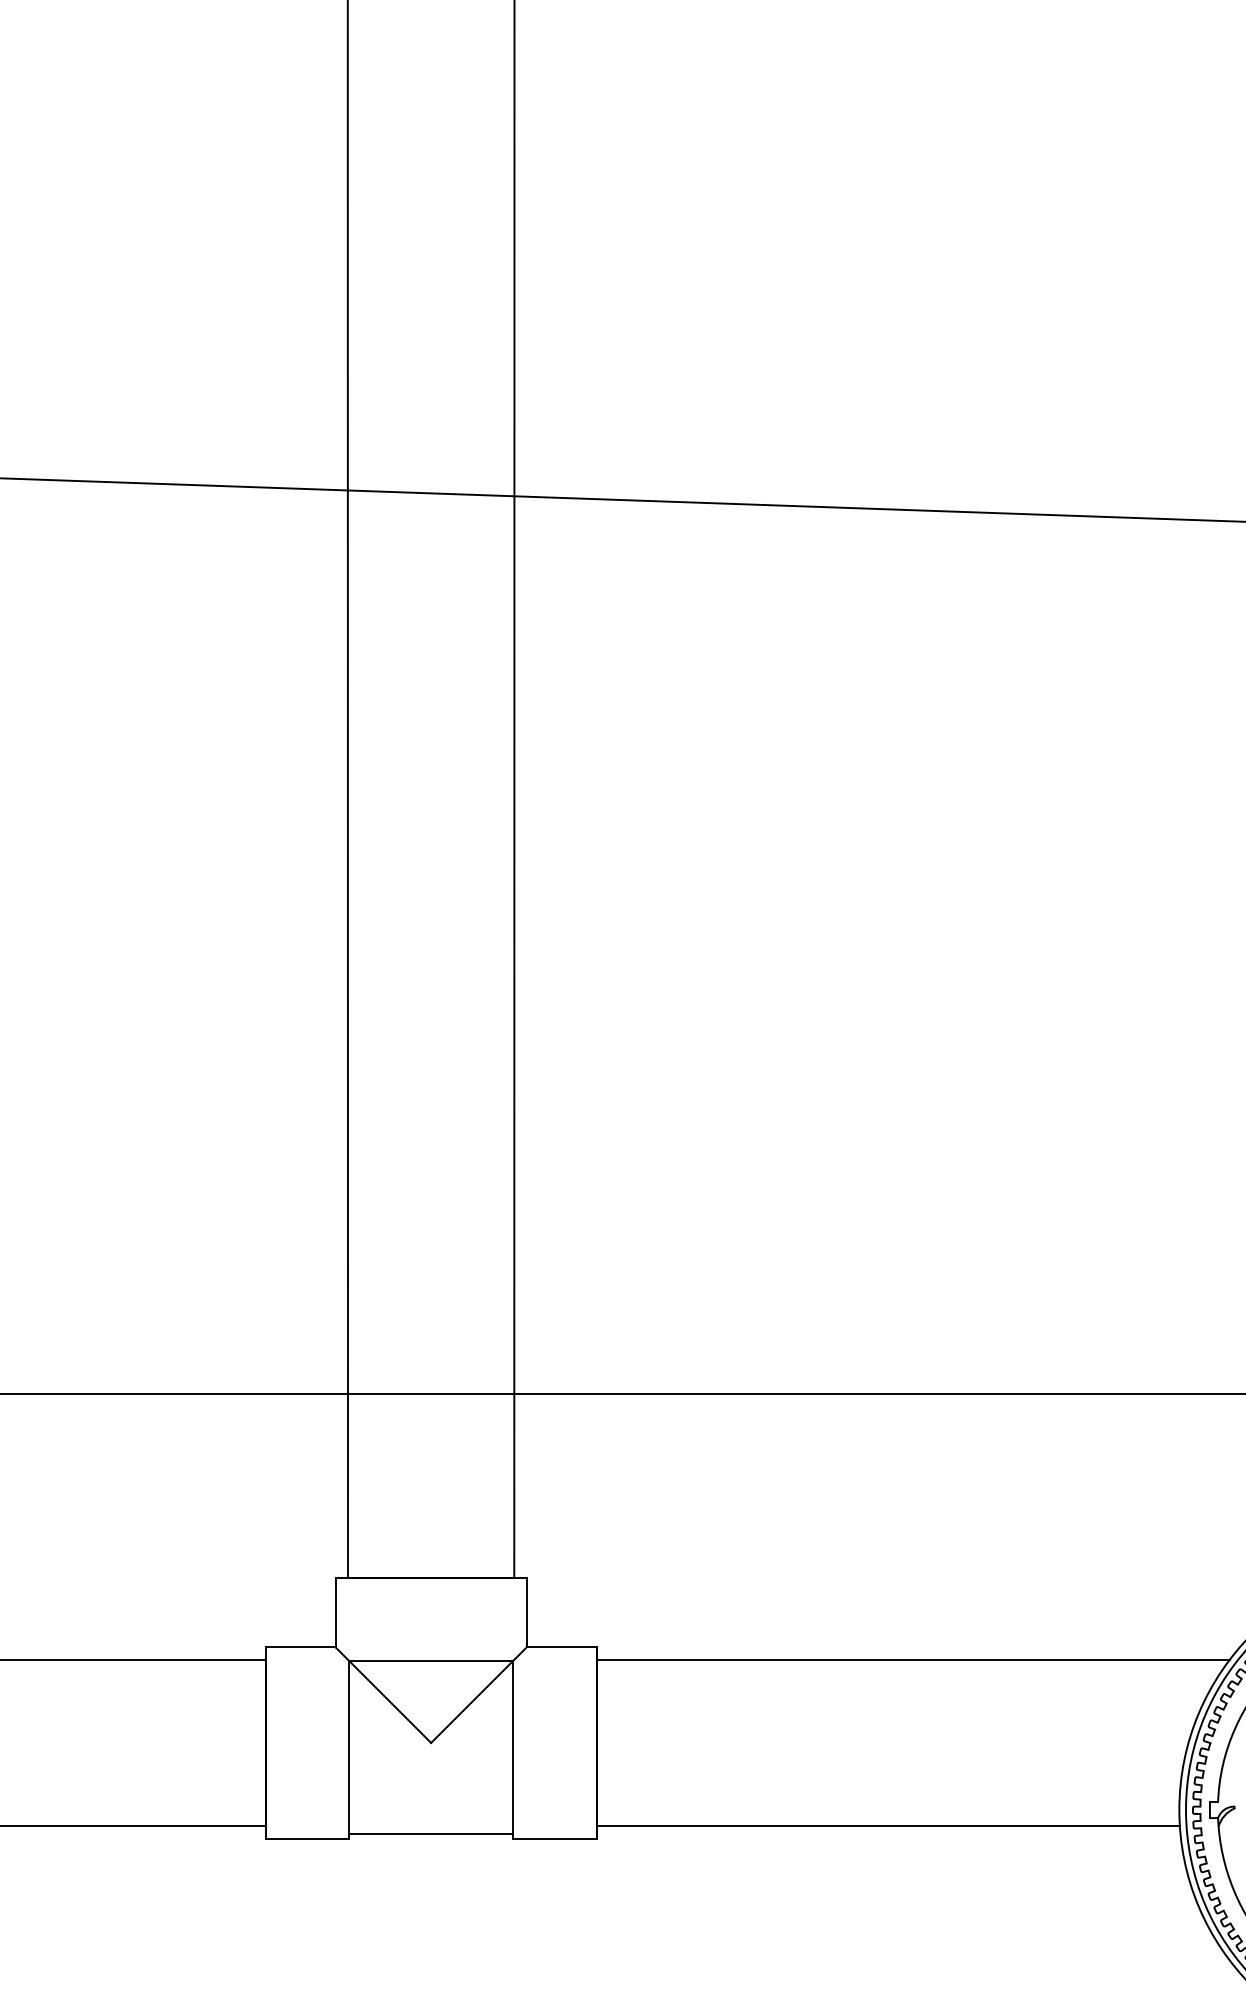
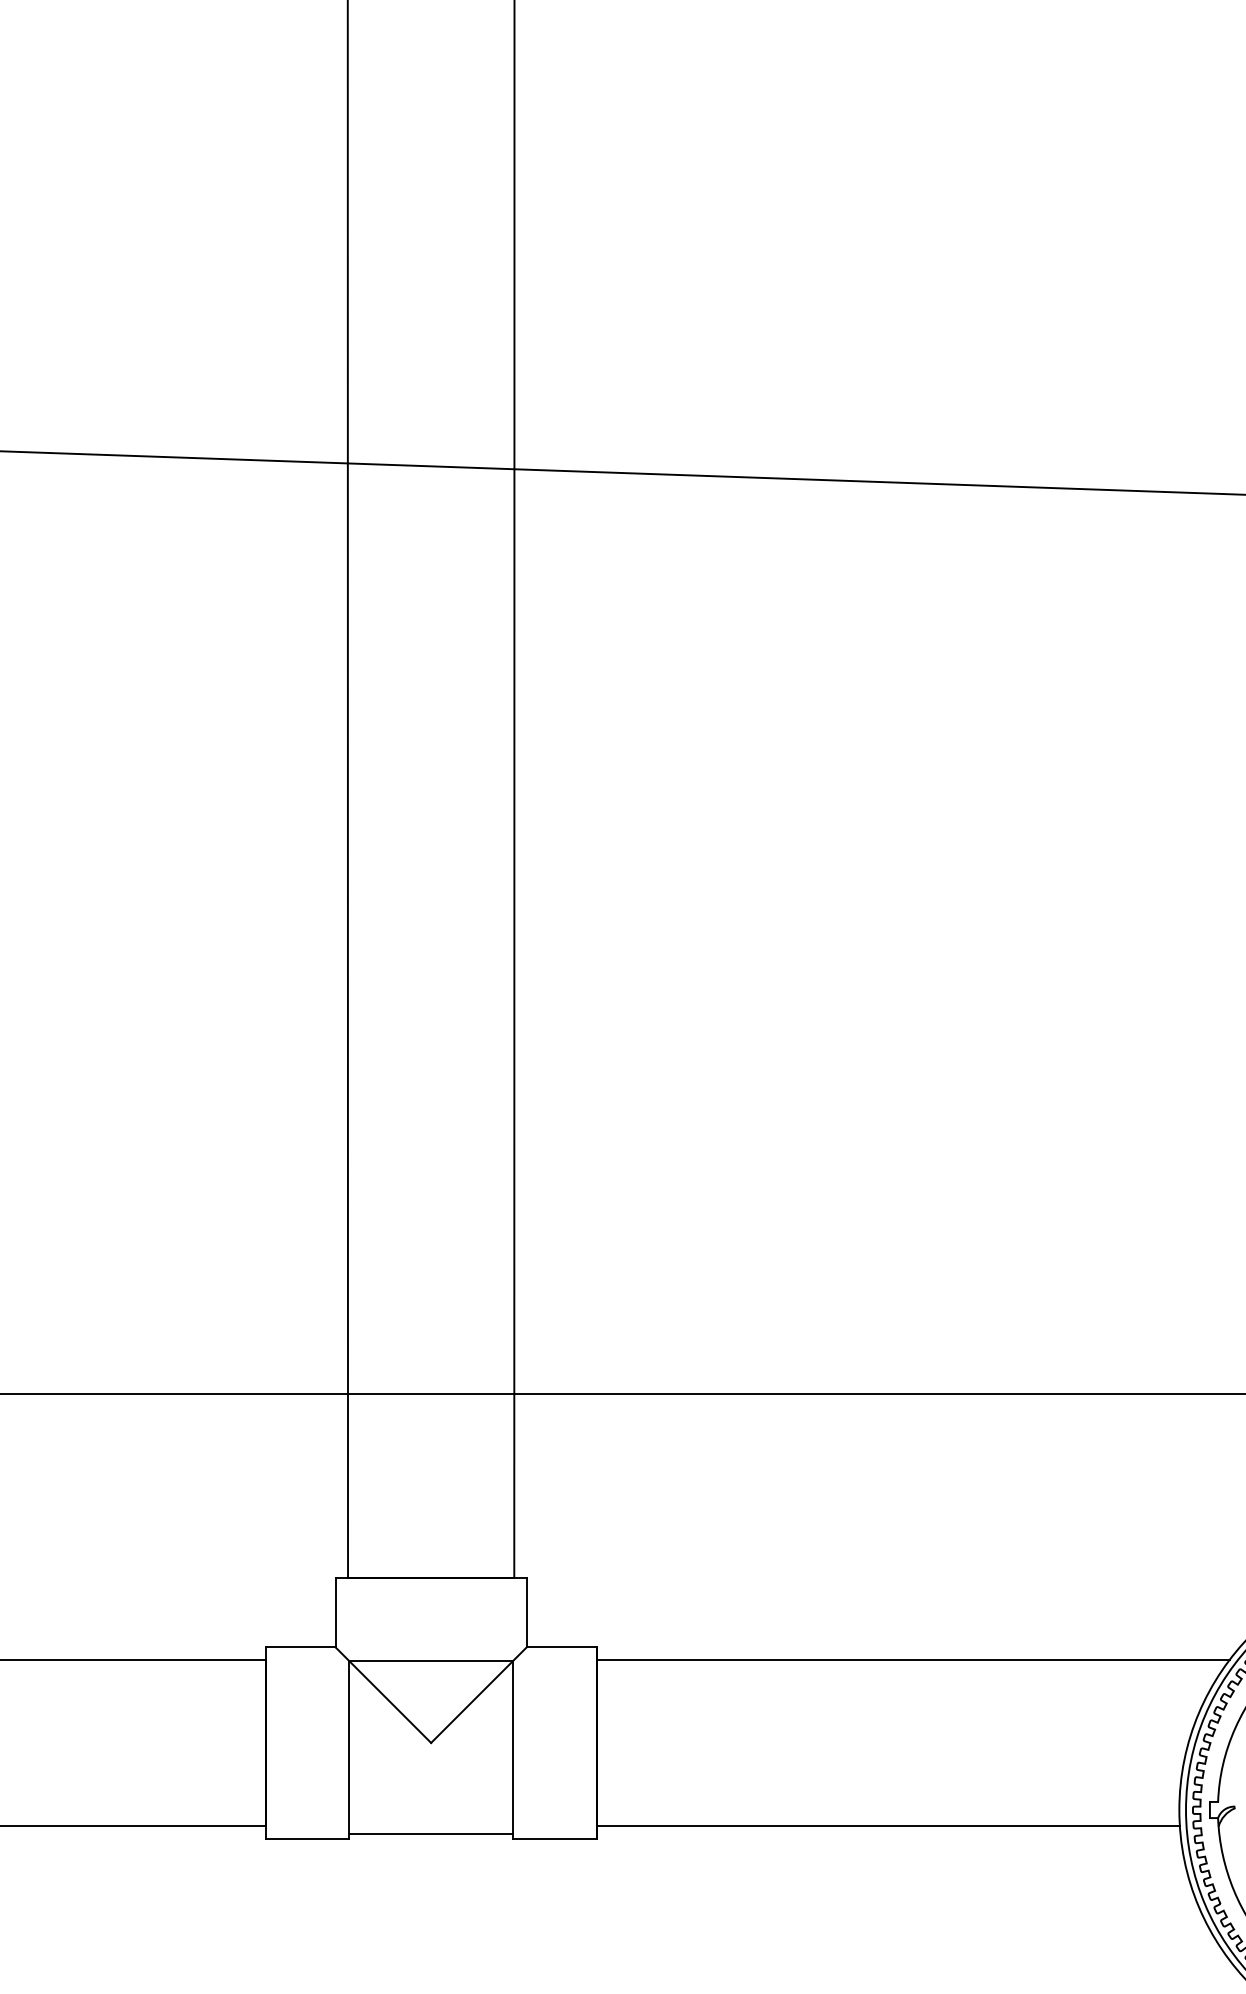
line at (622, 499) position: (622, 499) -> (622, 472)
